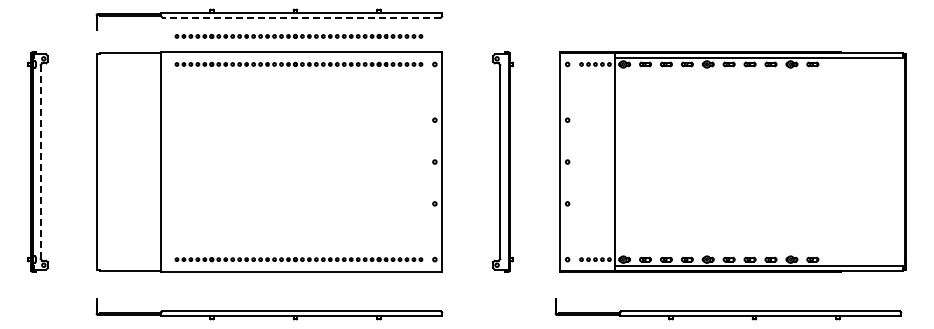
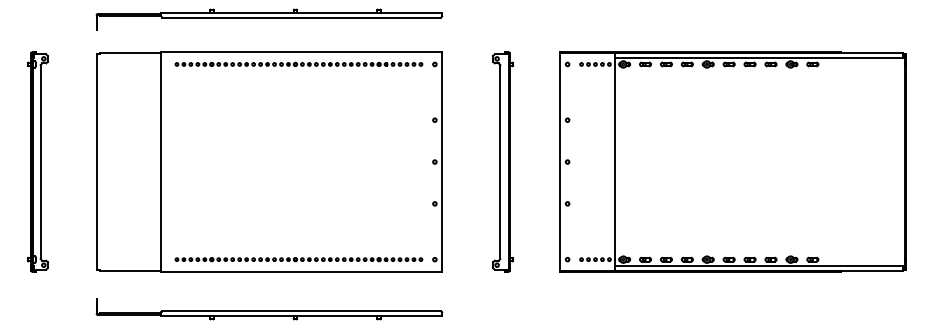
line at (301, 17): dashed -> solid
part at (298, 35): present -> none
line at (40, 162): dashed -> solid
part at (728, 309): present -> none
